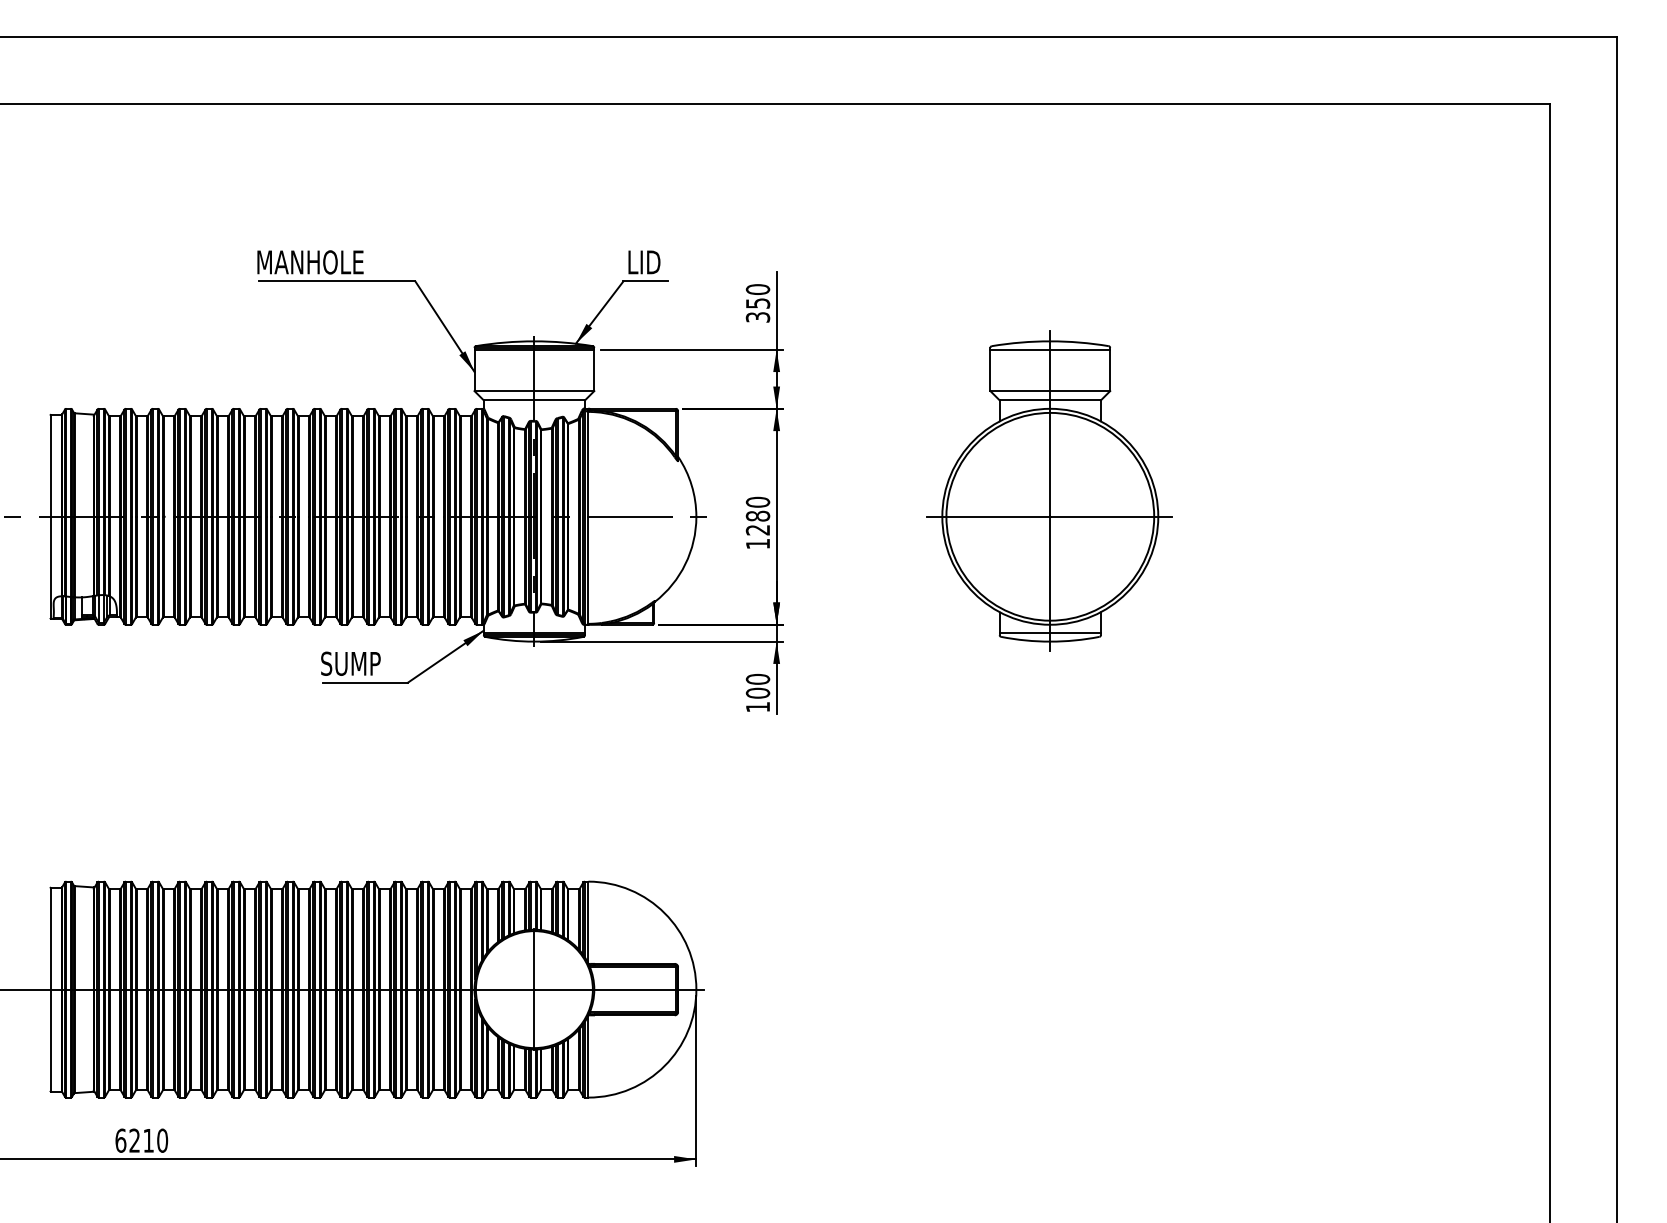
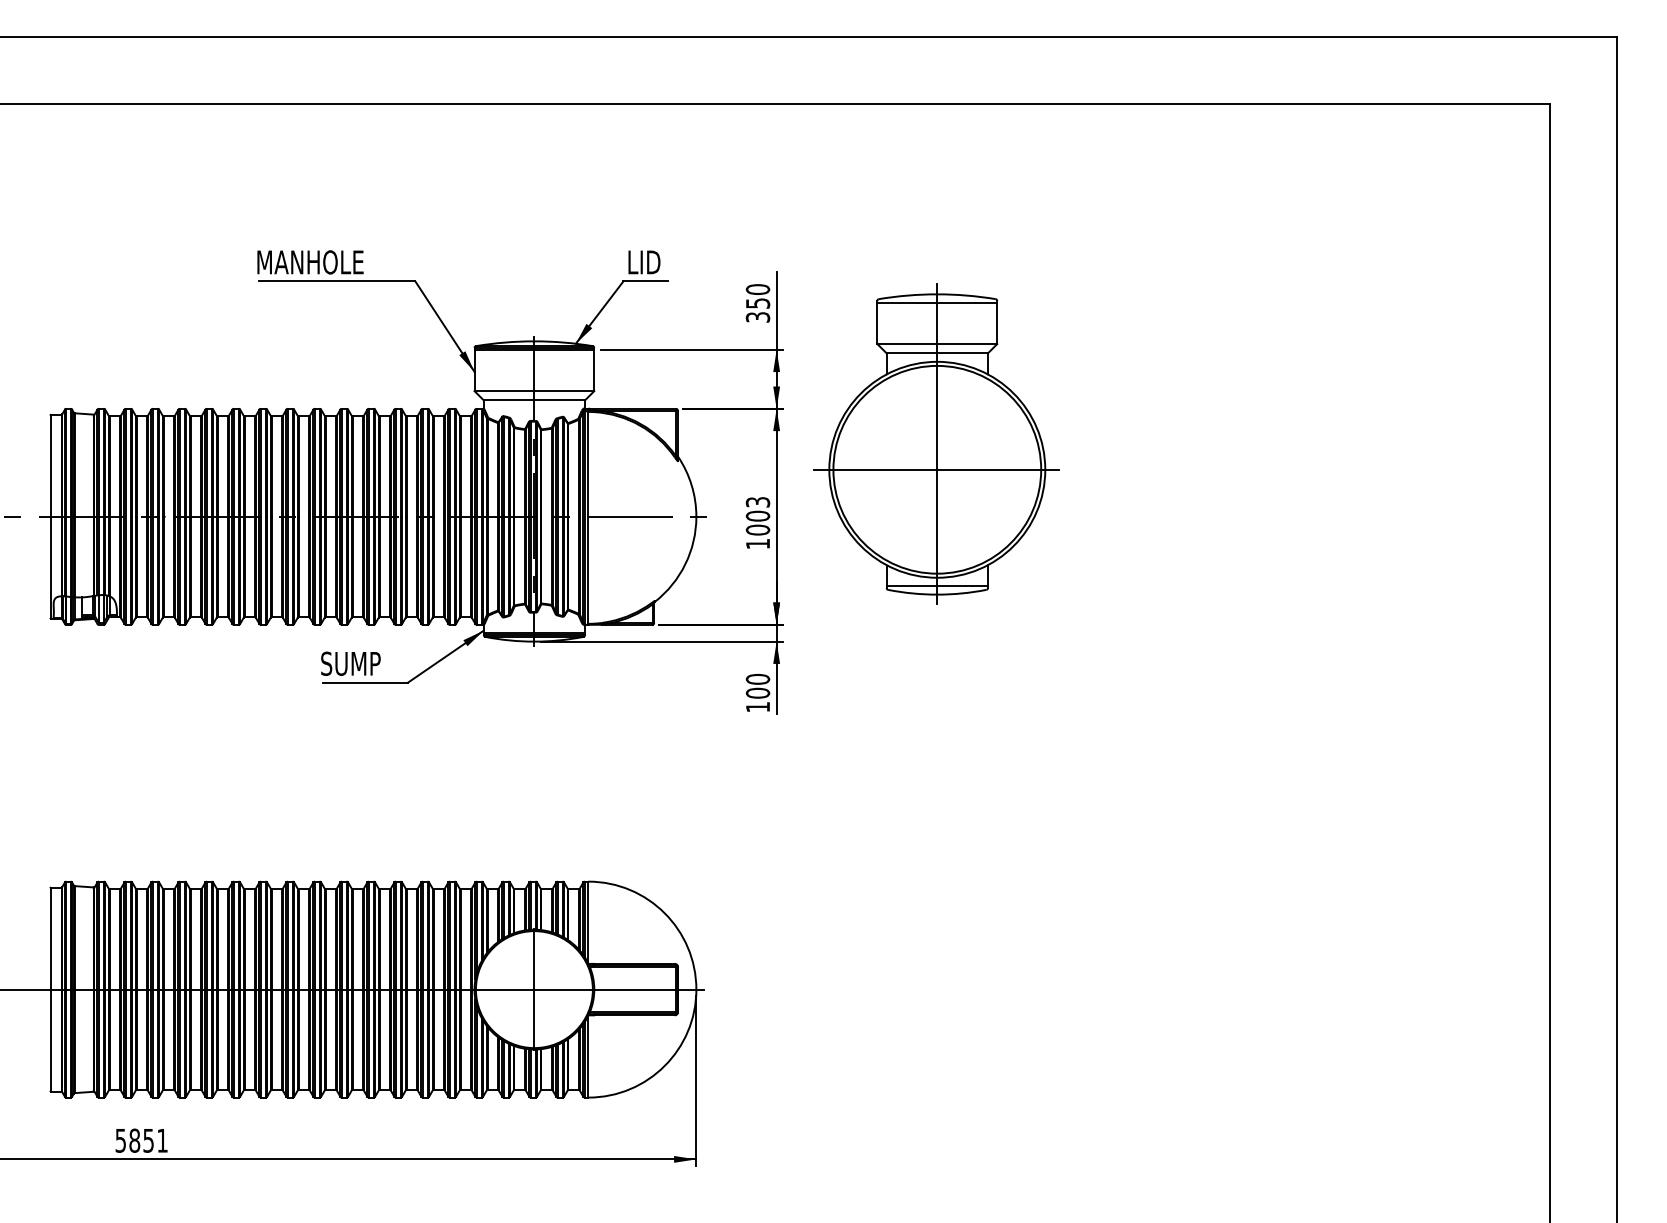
part at (1049, 490) position: (1049, 490) -> (936, 443)
text at (757, 515): 1280 -> 1003
text at (141, 1140): 6210 -> 5851
